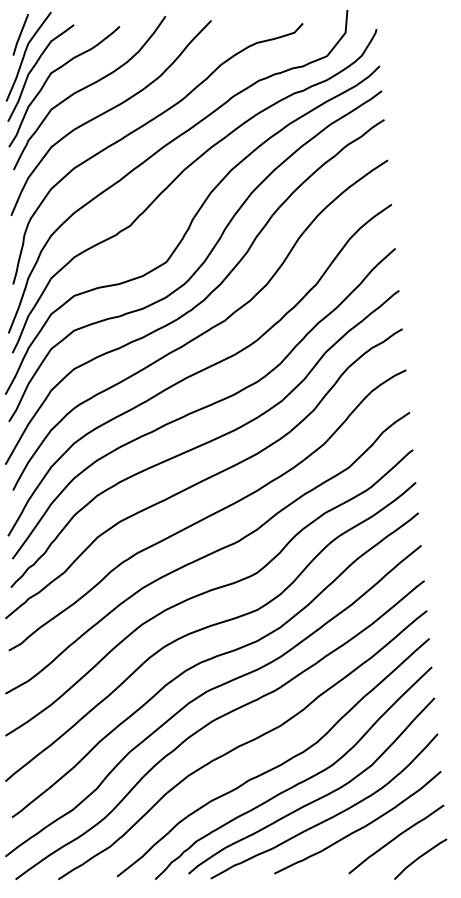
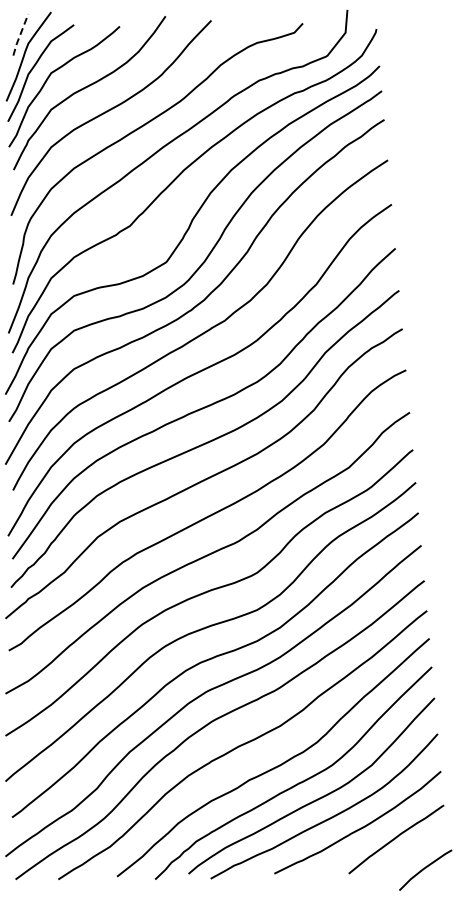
line at (20, 34): solid -> dashed
curve at (420, 857) position: (420, 857) -> (425, 868)
